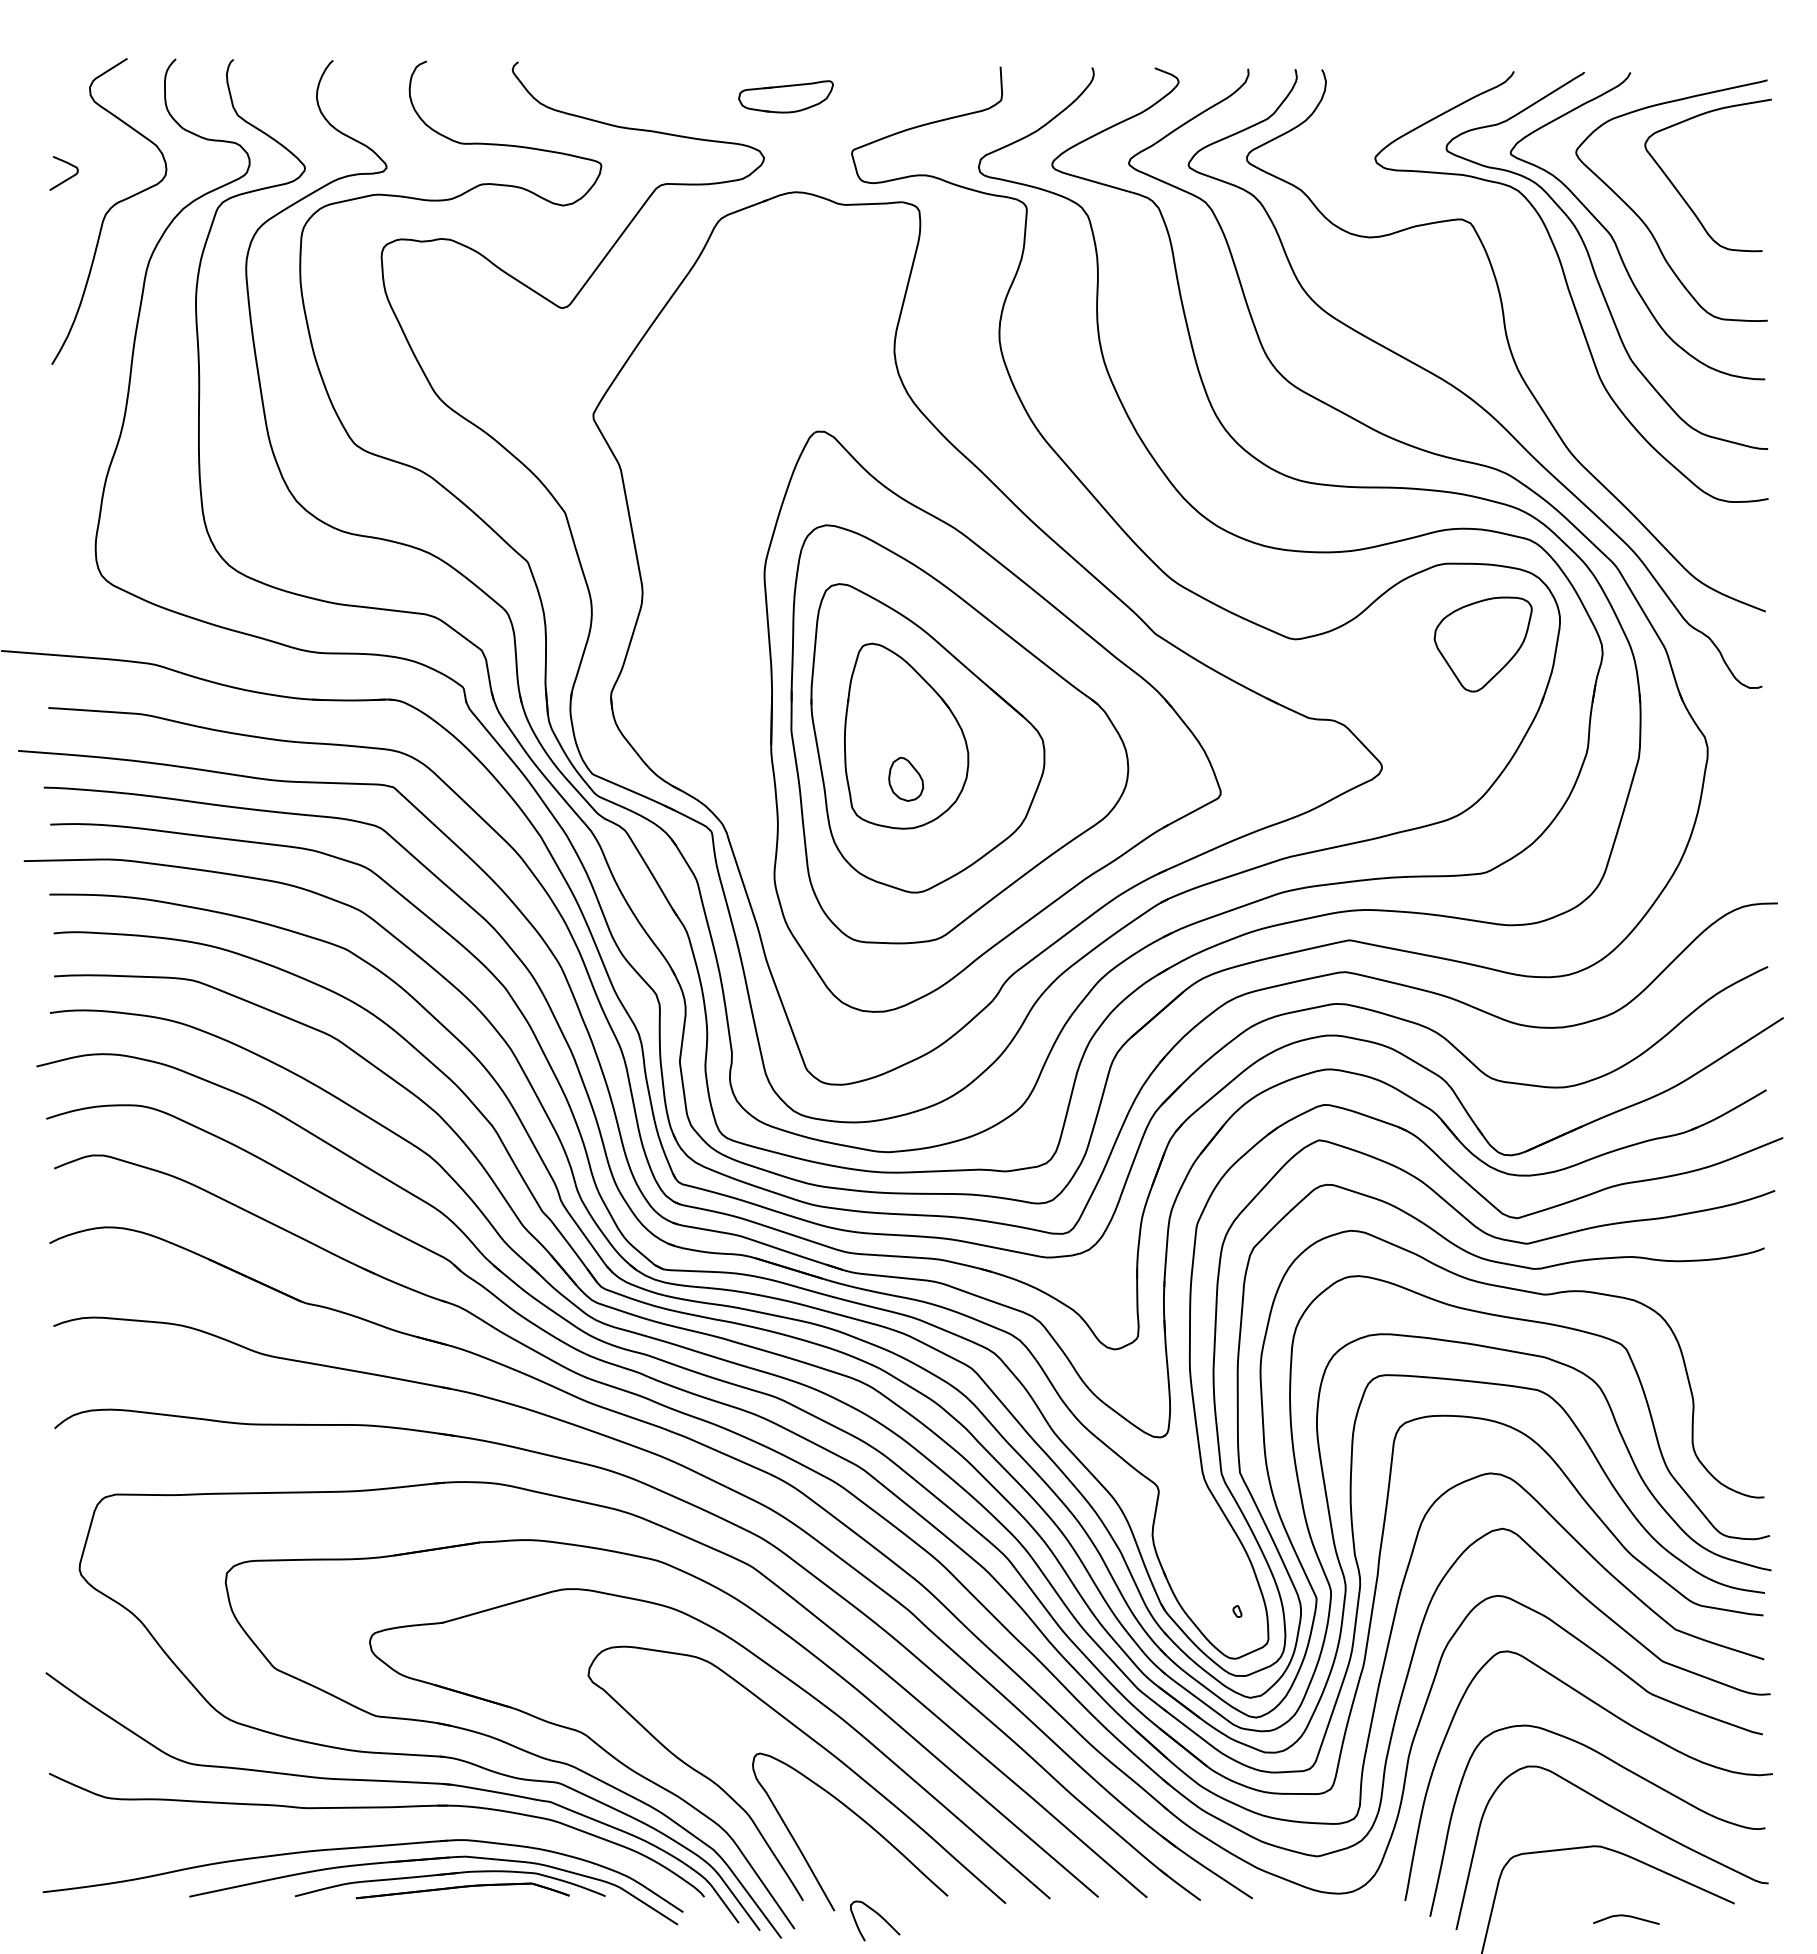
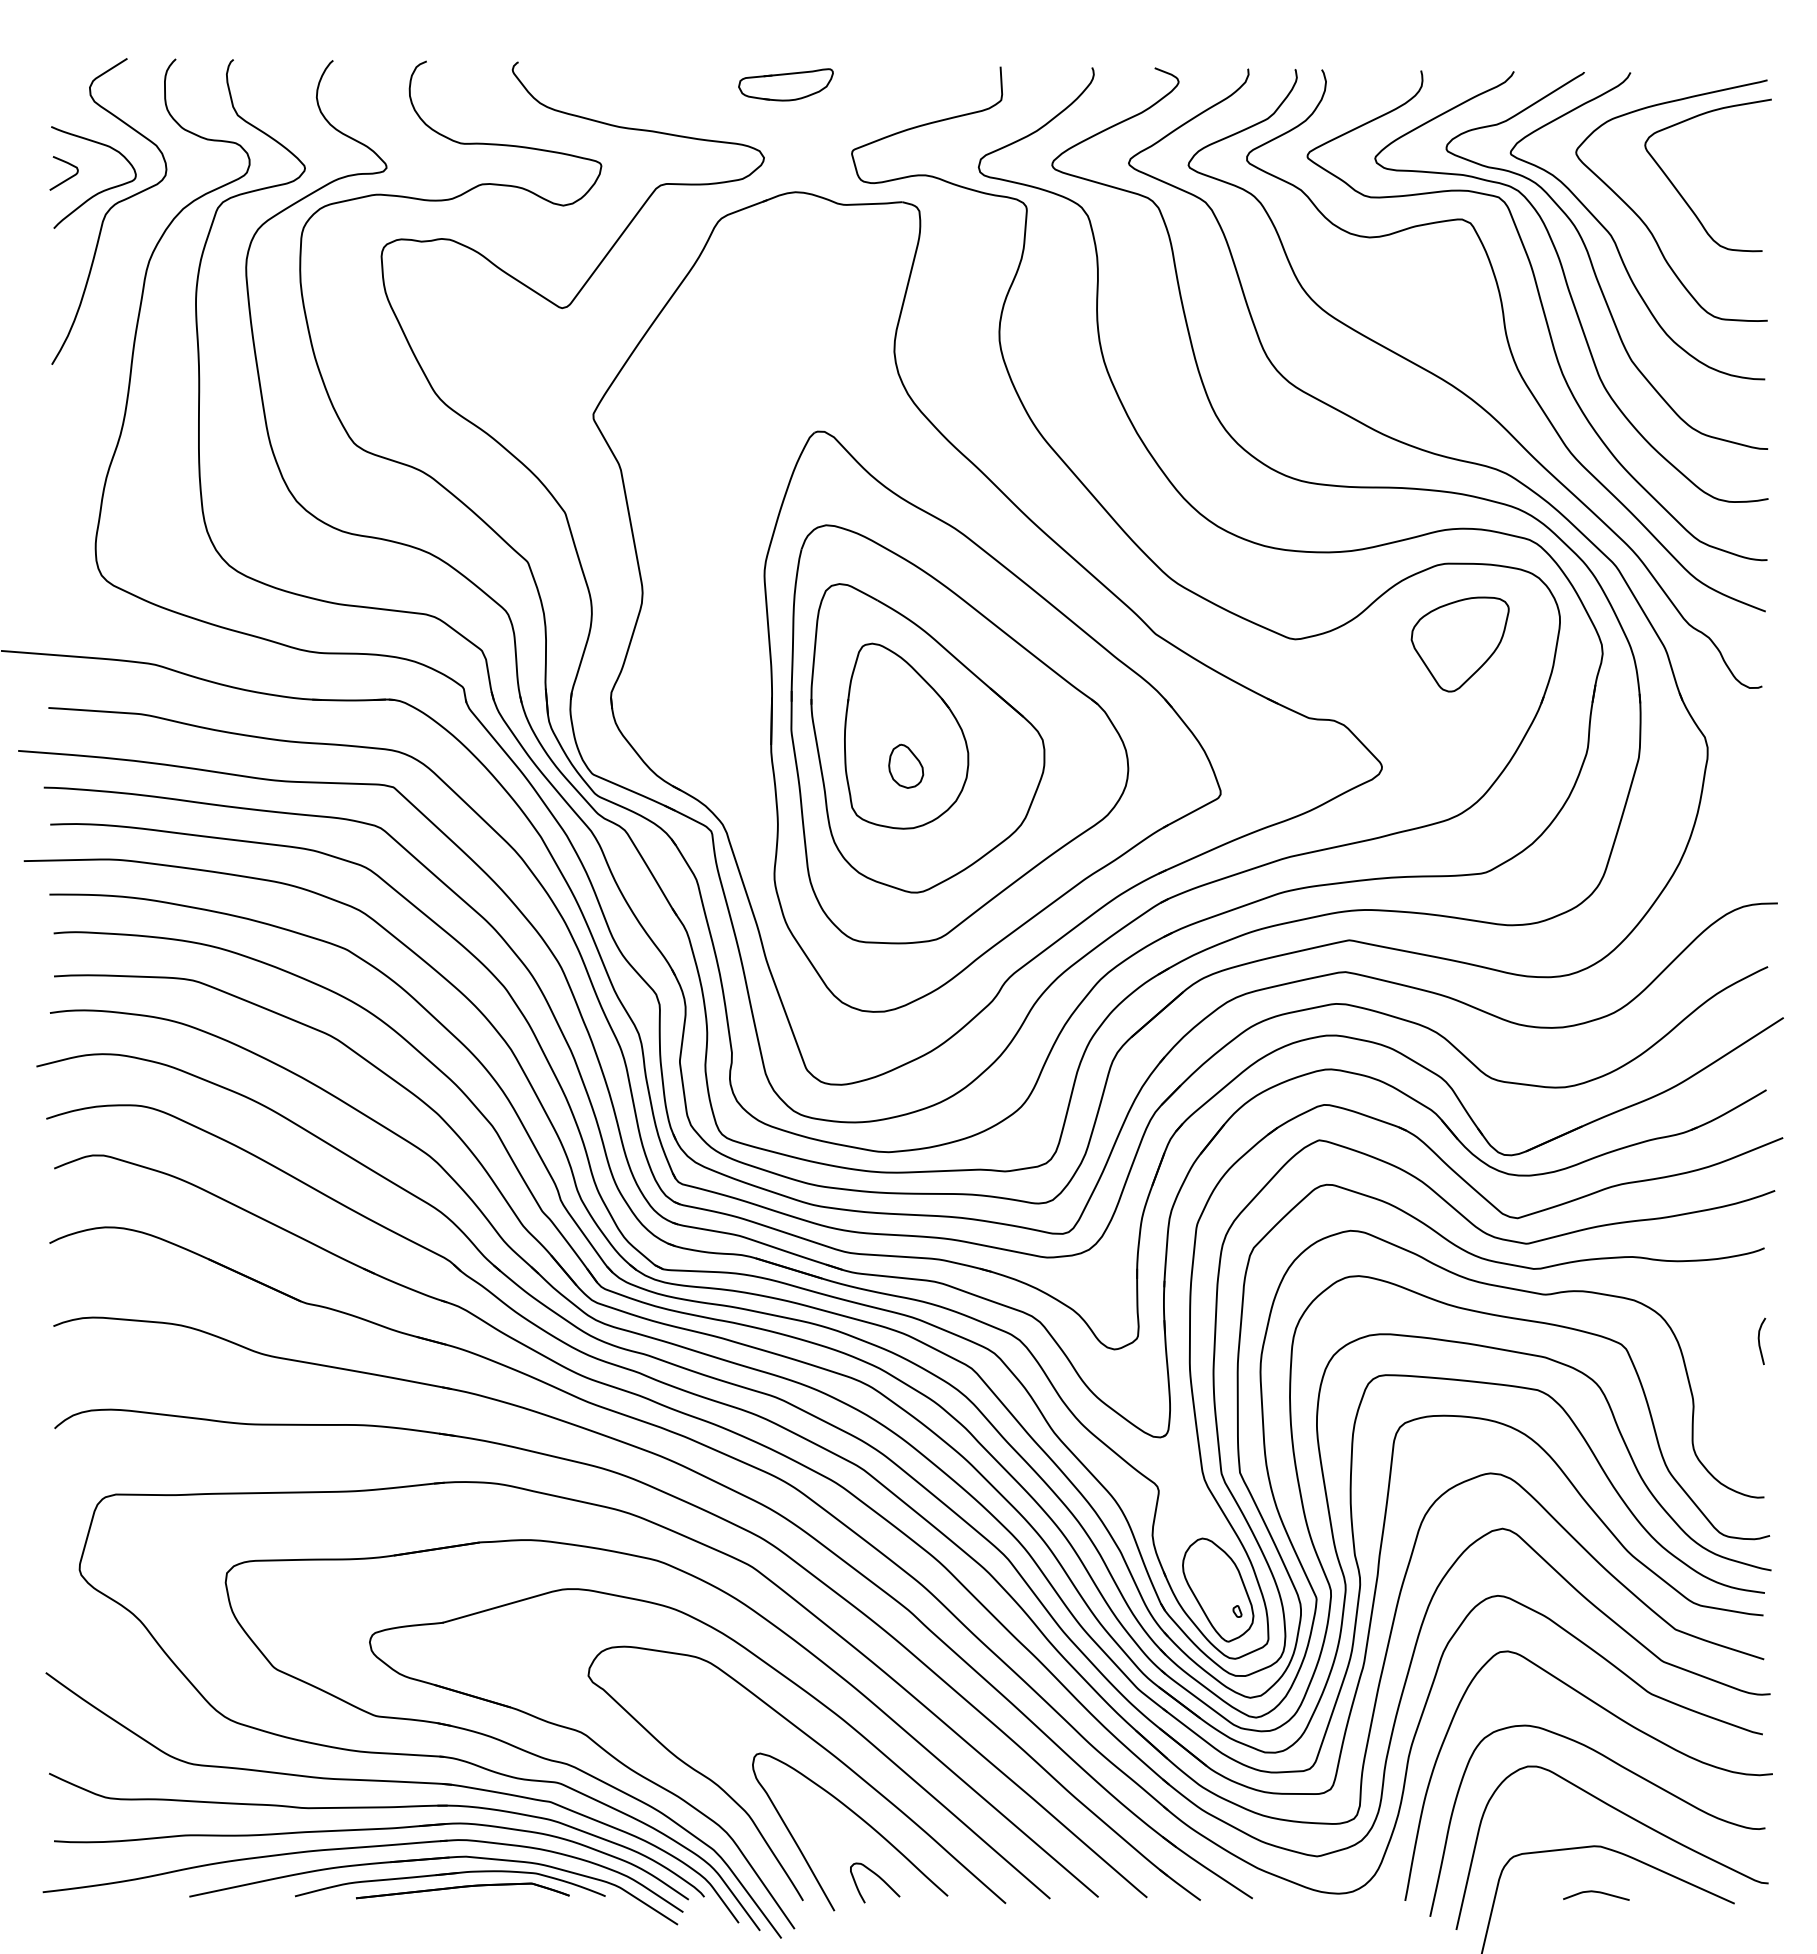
part at (785, 96) position: (785, 96) -> (785, 84)
curve at (99, 191): none -> present
curve at (1543, 314): none -> present
part at (1482, 644) position: (1482, 644) -> (1459, 644)
part at (906, 778) position: (906, 778) -> (906, 765)
curve at (1759, 1340): none -> present
part at (1218, 1589): none -> present
part at (371, 1830): none -> present
curve at (879, 1916) position: (879, 1916) -> (879, 1878)
curve at (1628, 1917) position: (1628, 1917) -> (1598, 1893)
